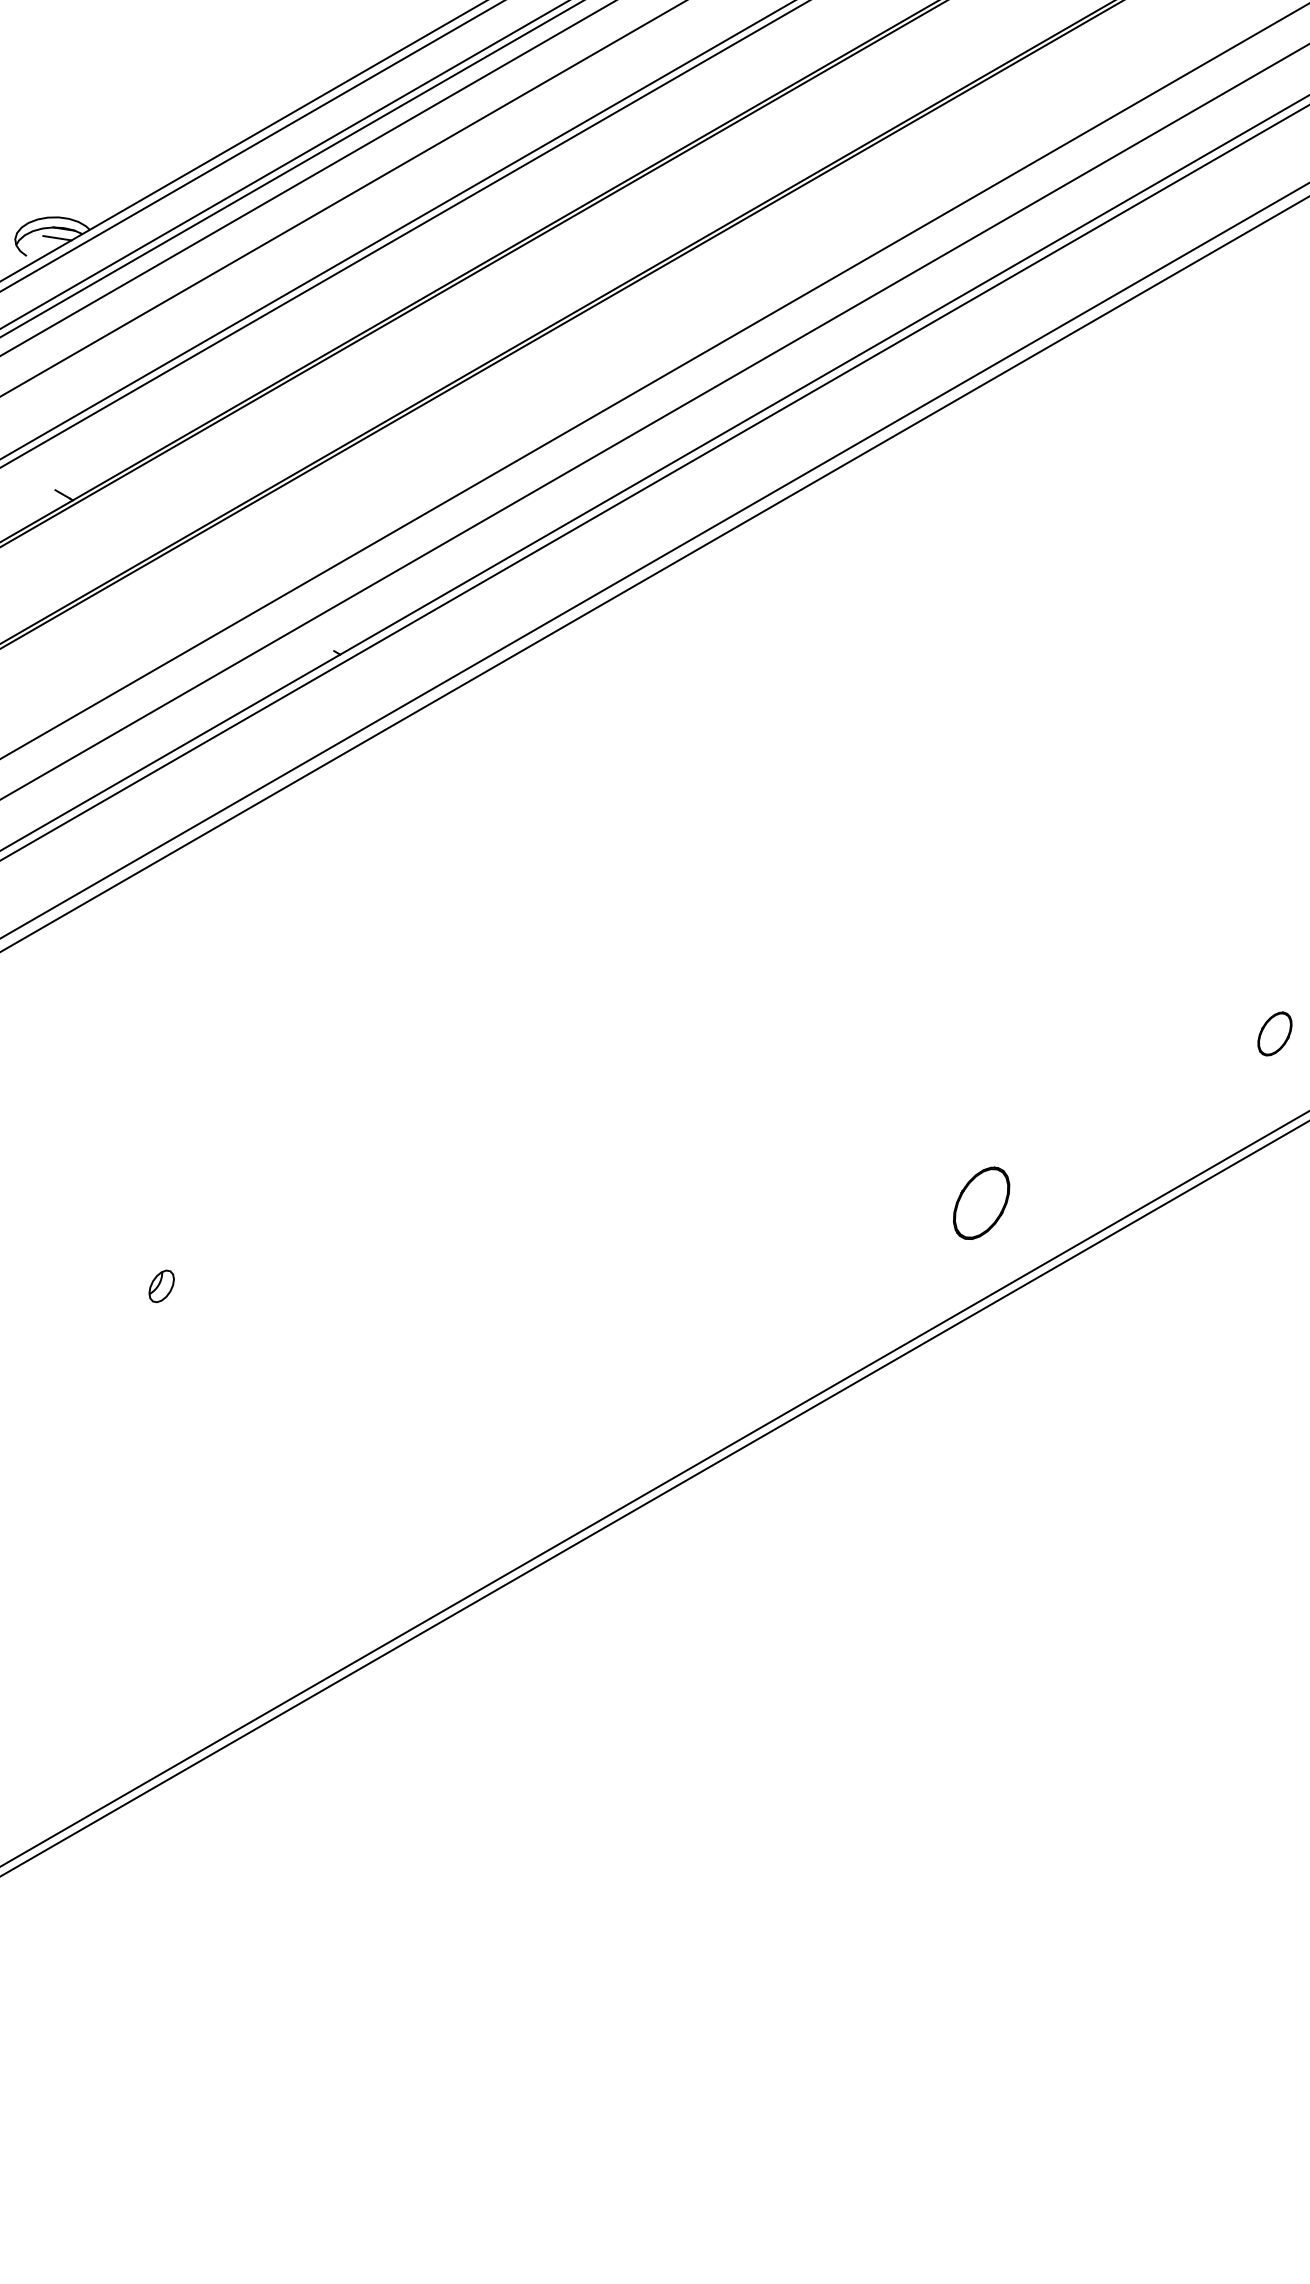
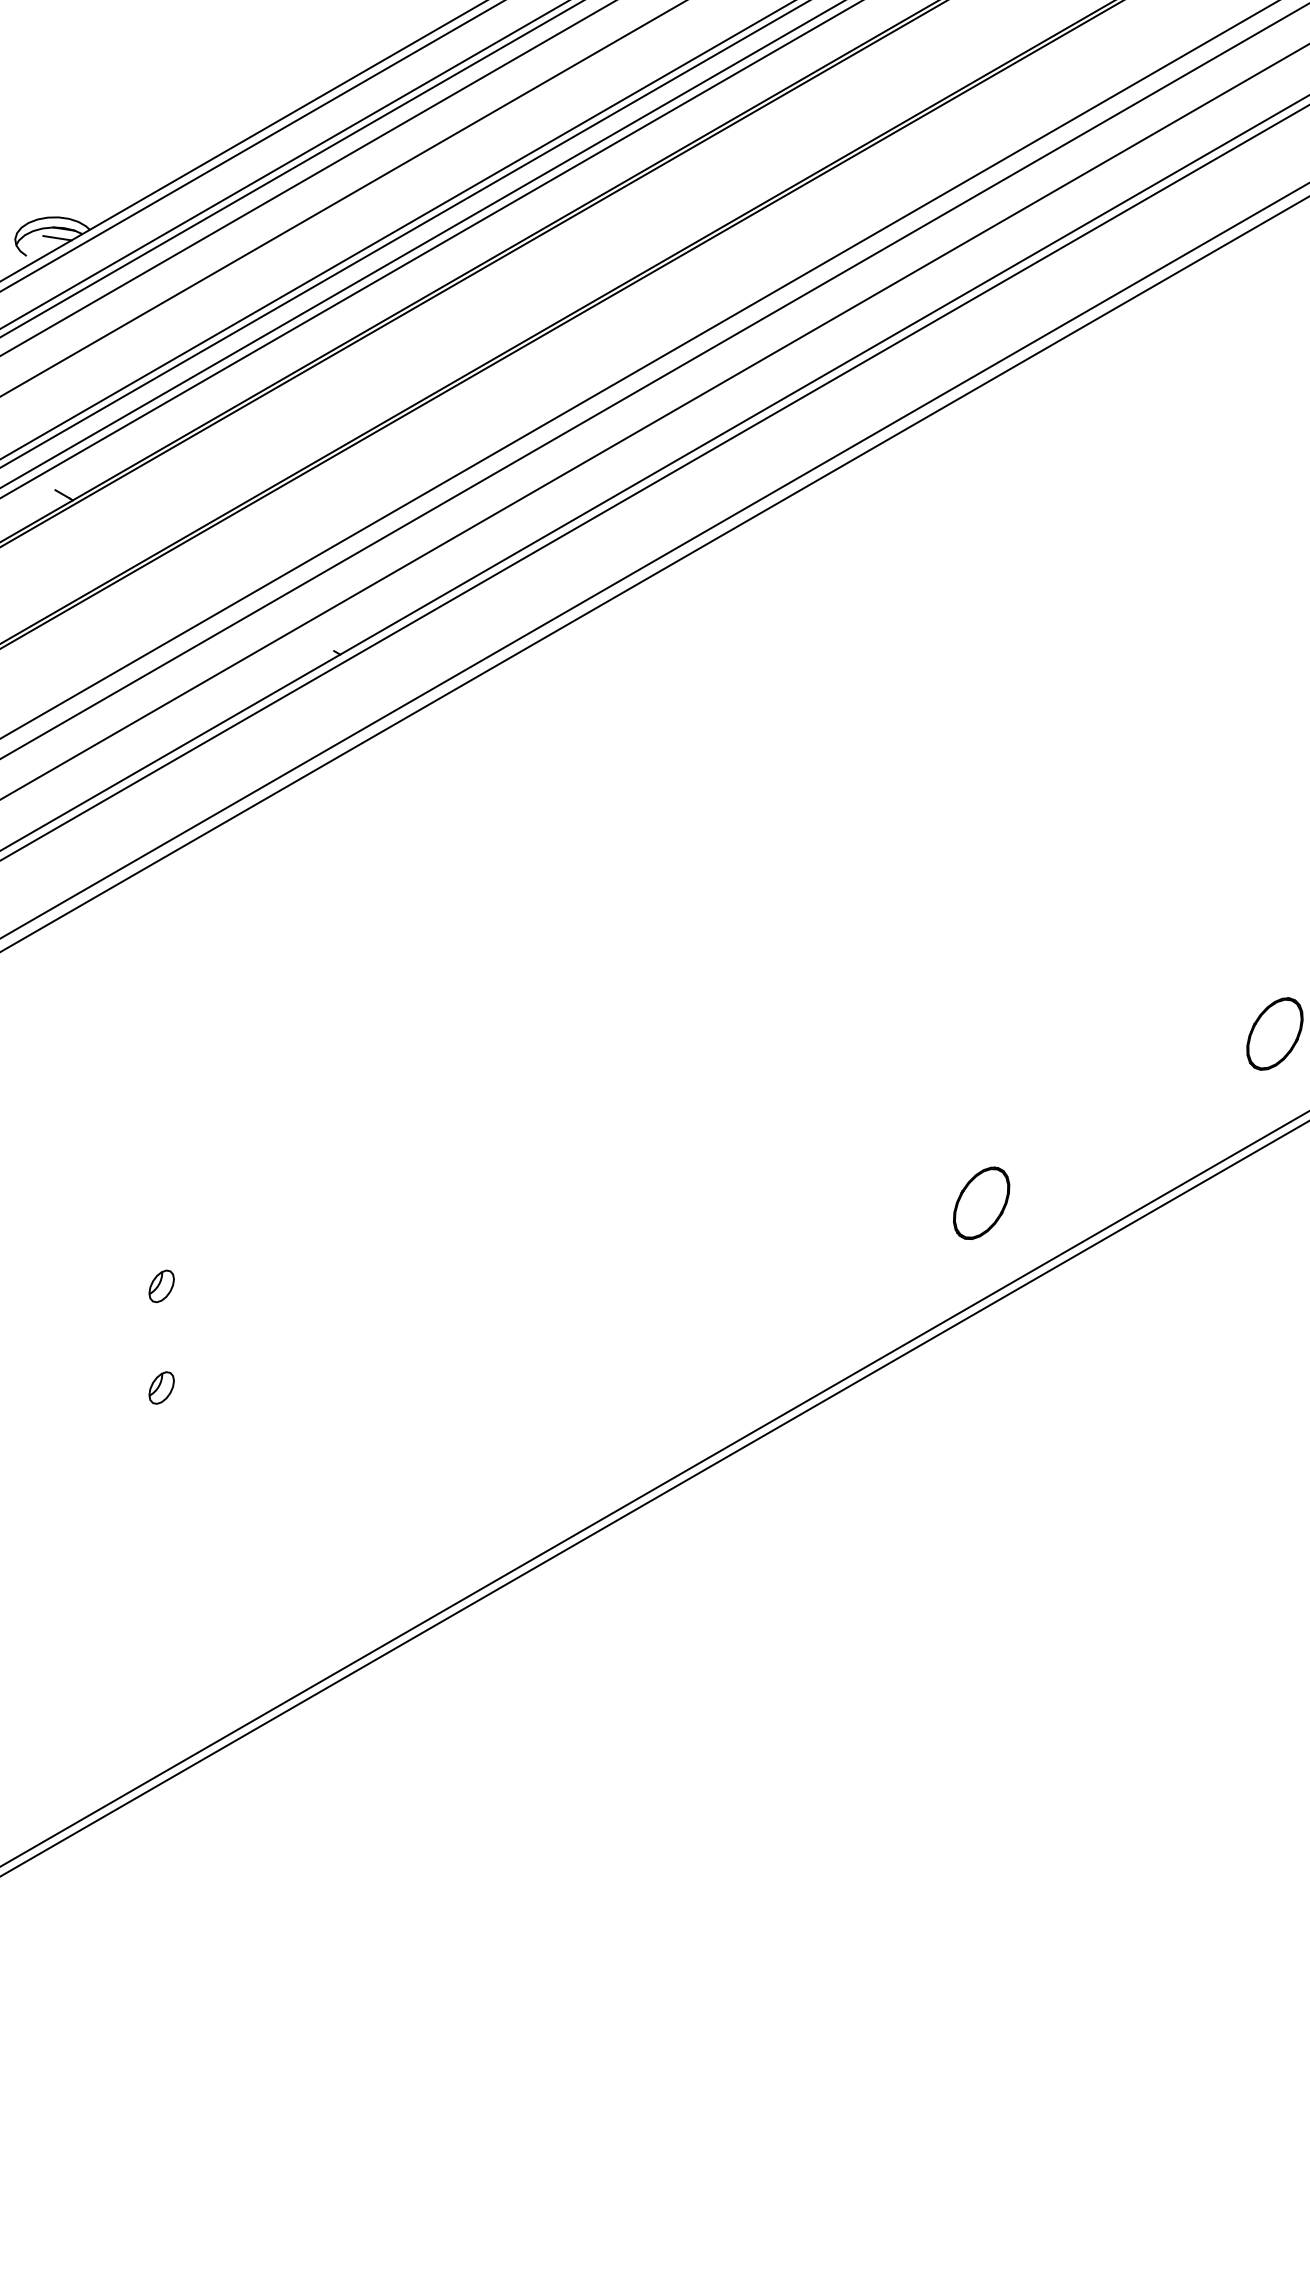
line at (422, 244): none -> present
line at (430, 249): none -> present
line at (639, 369): none -> present
part at (1274, 1033) size: 36x46 px -> 58x74 px
part at (161, 1387): none -> present
